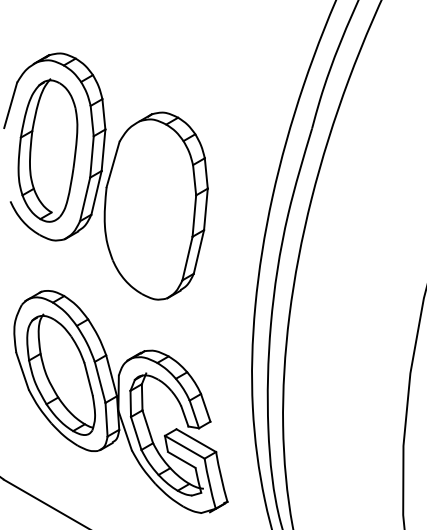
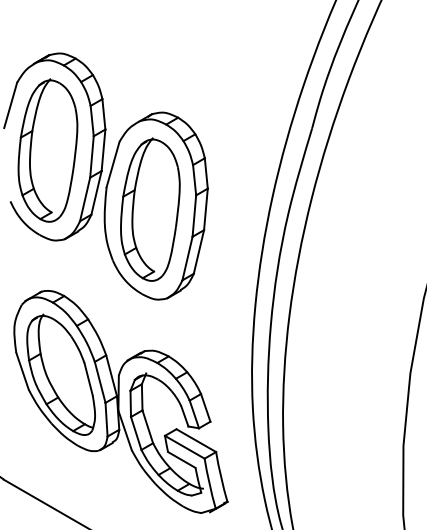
part at (150, 209): none -> present
